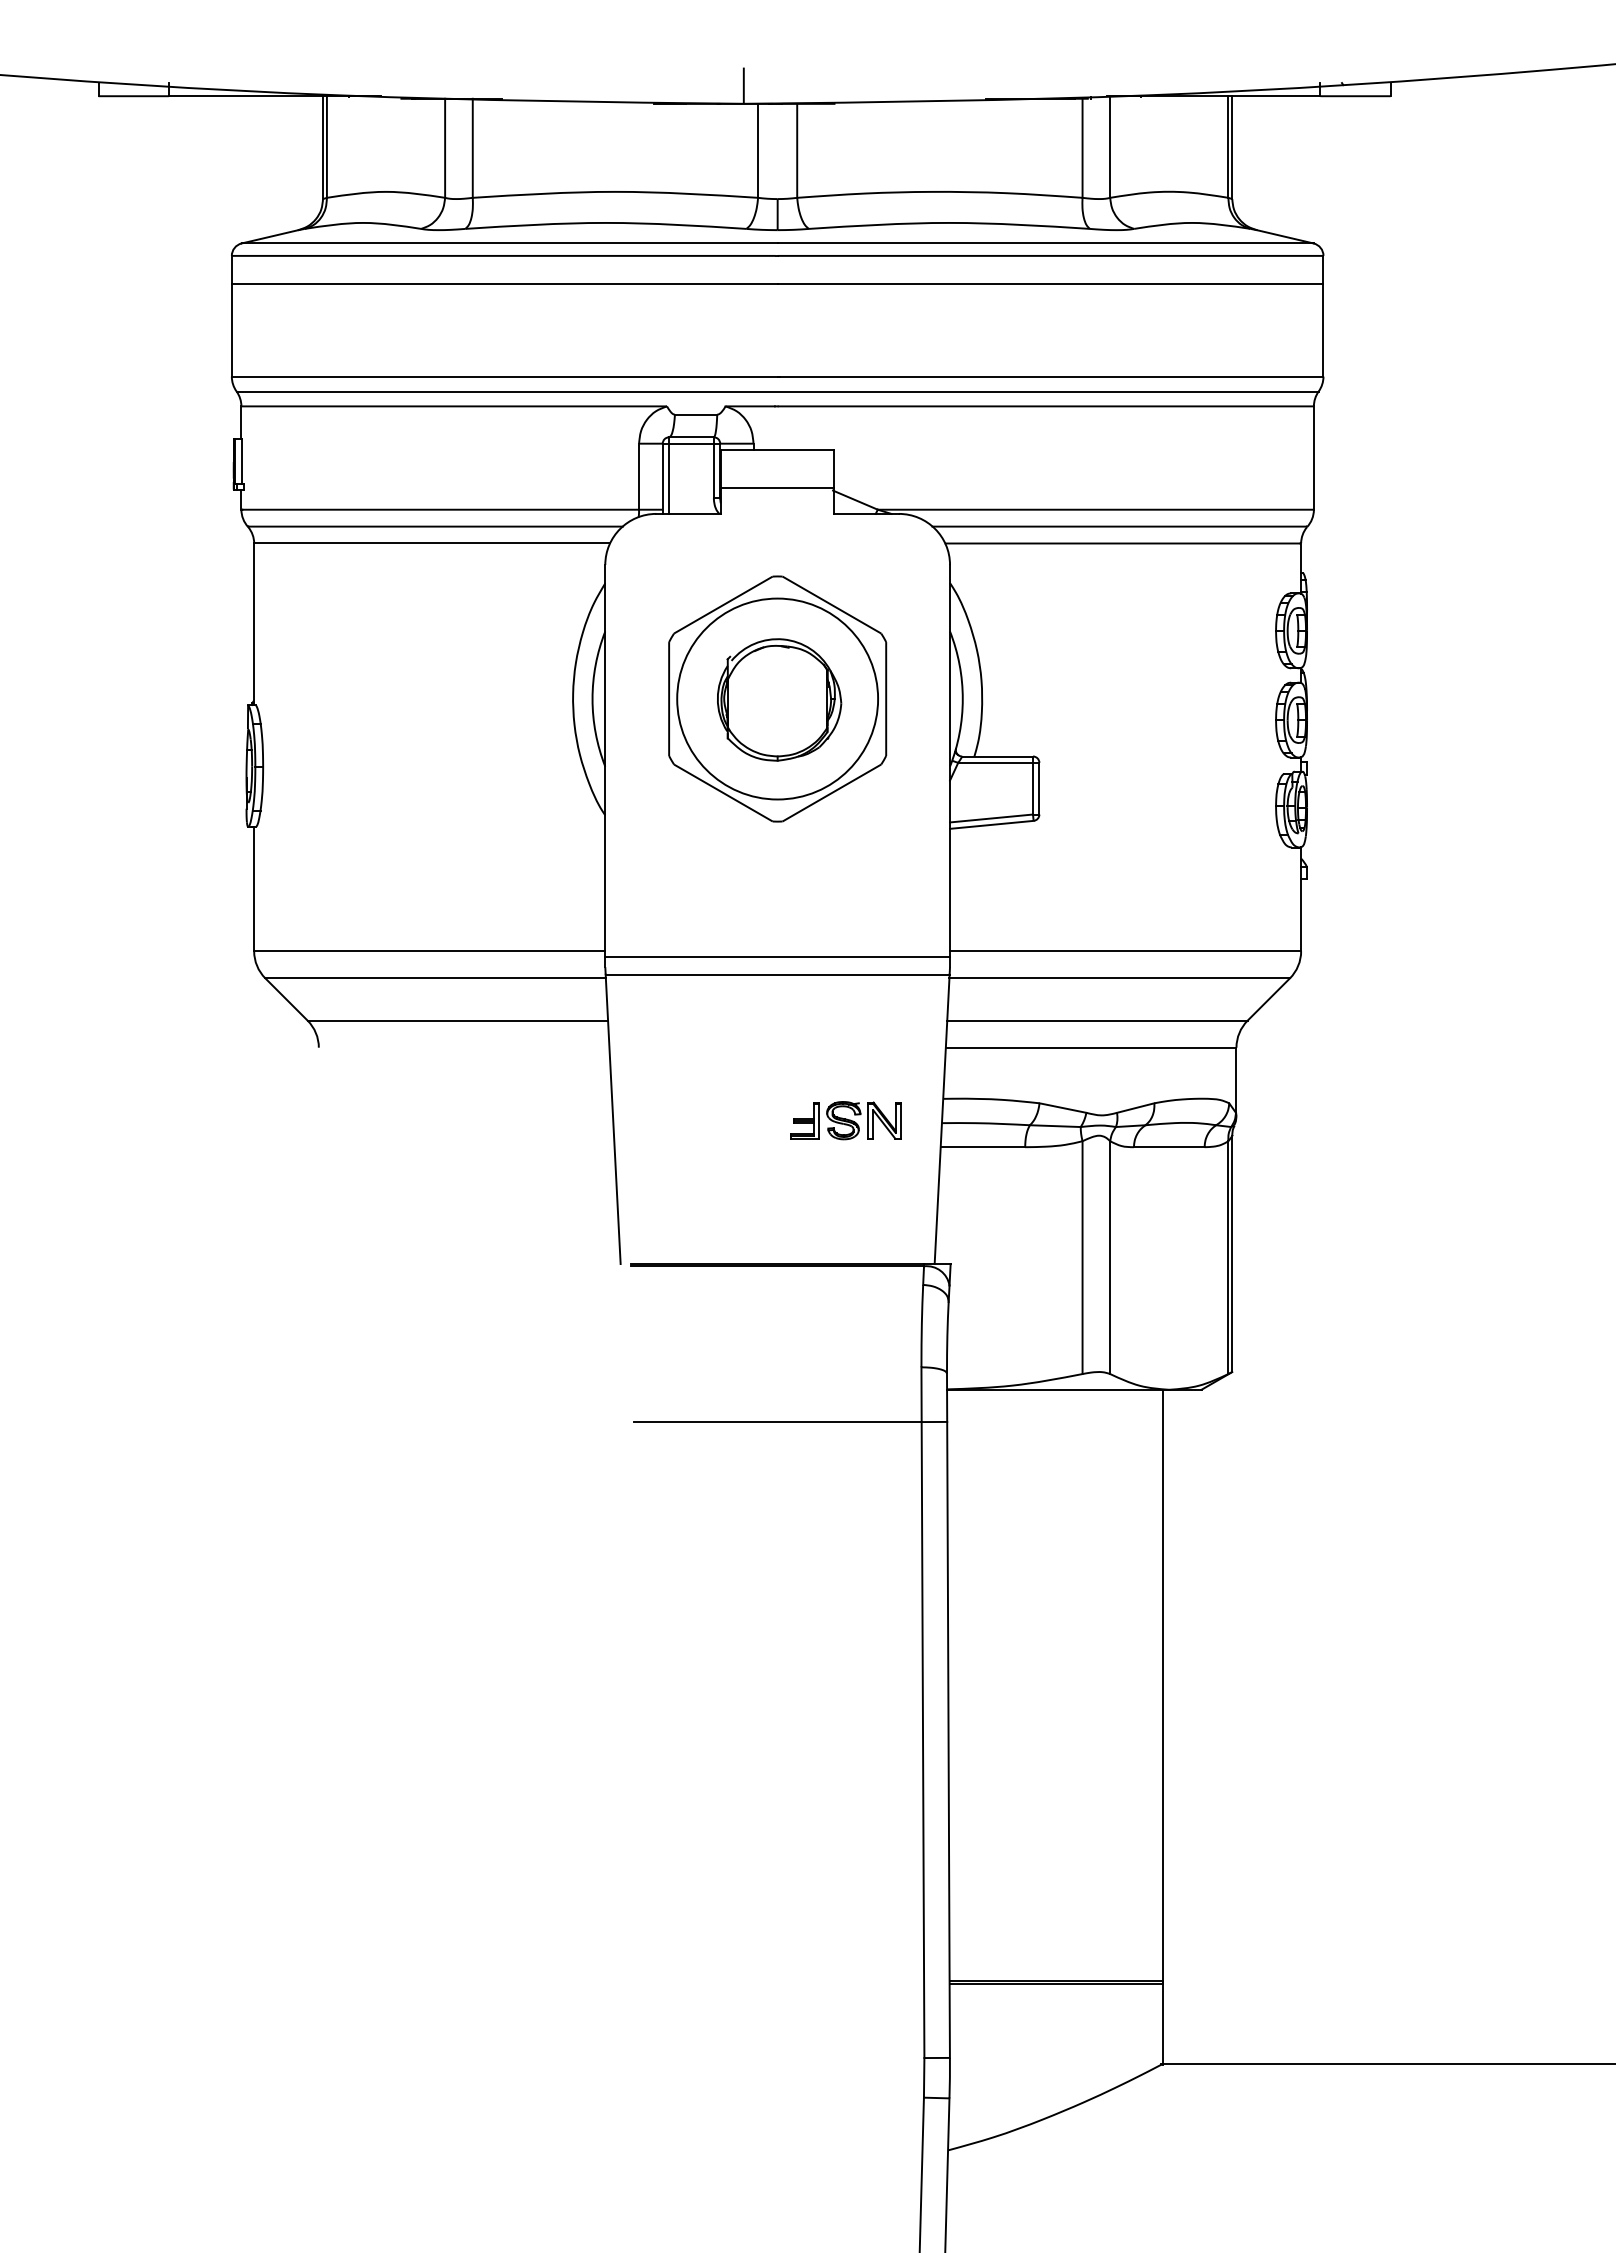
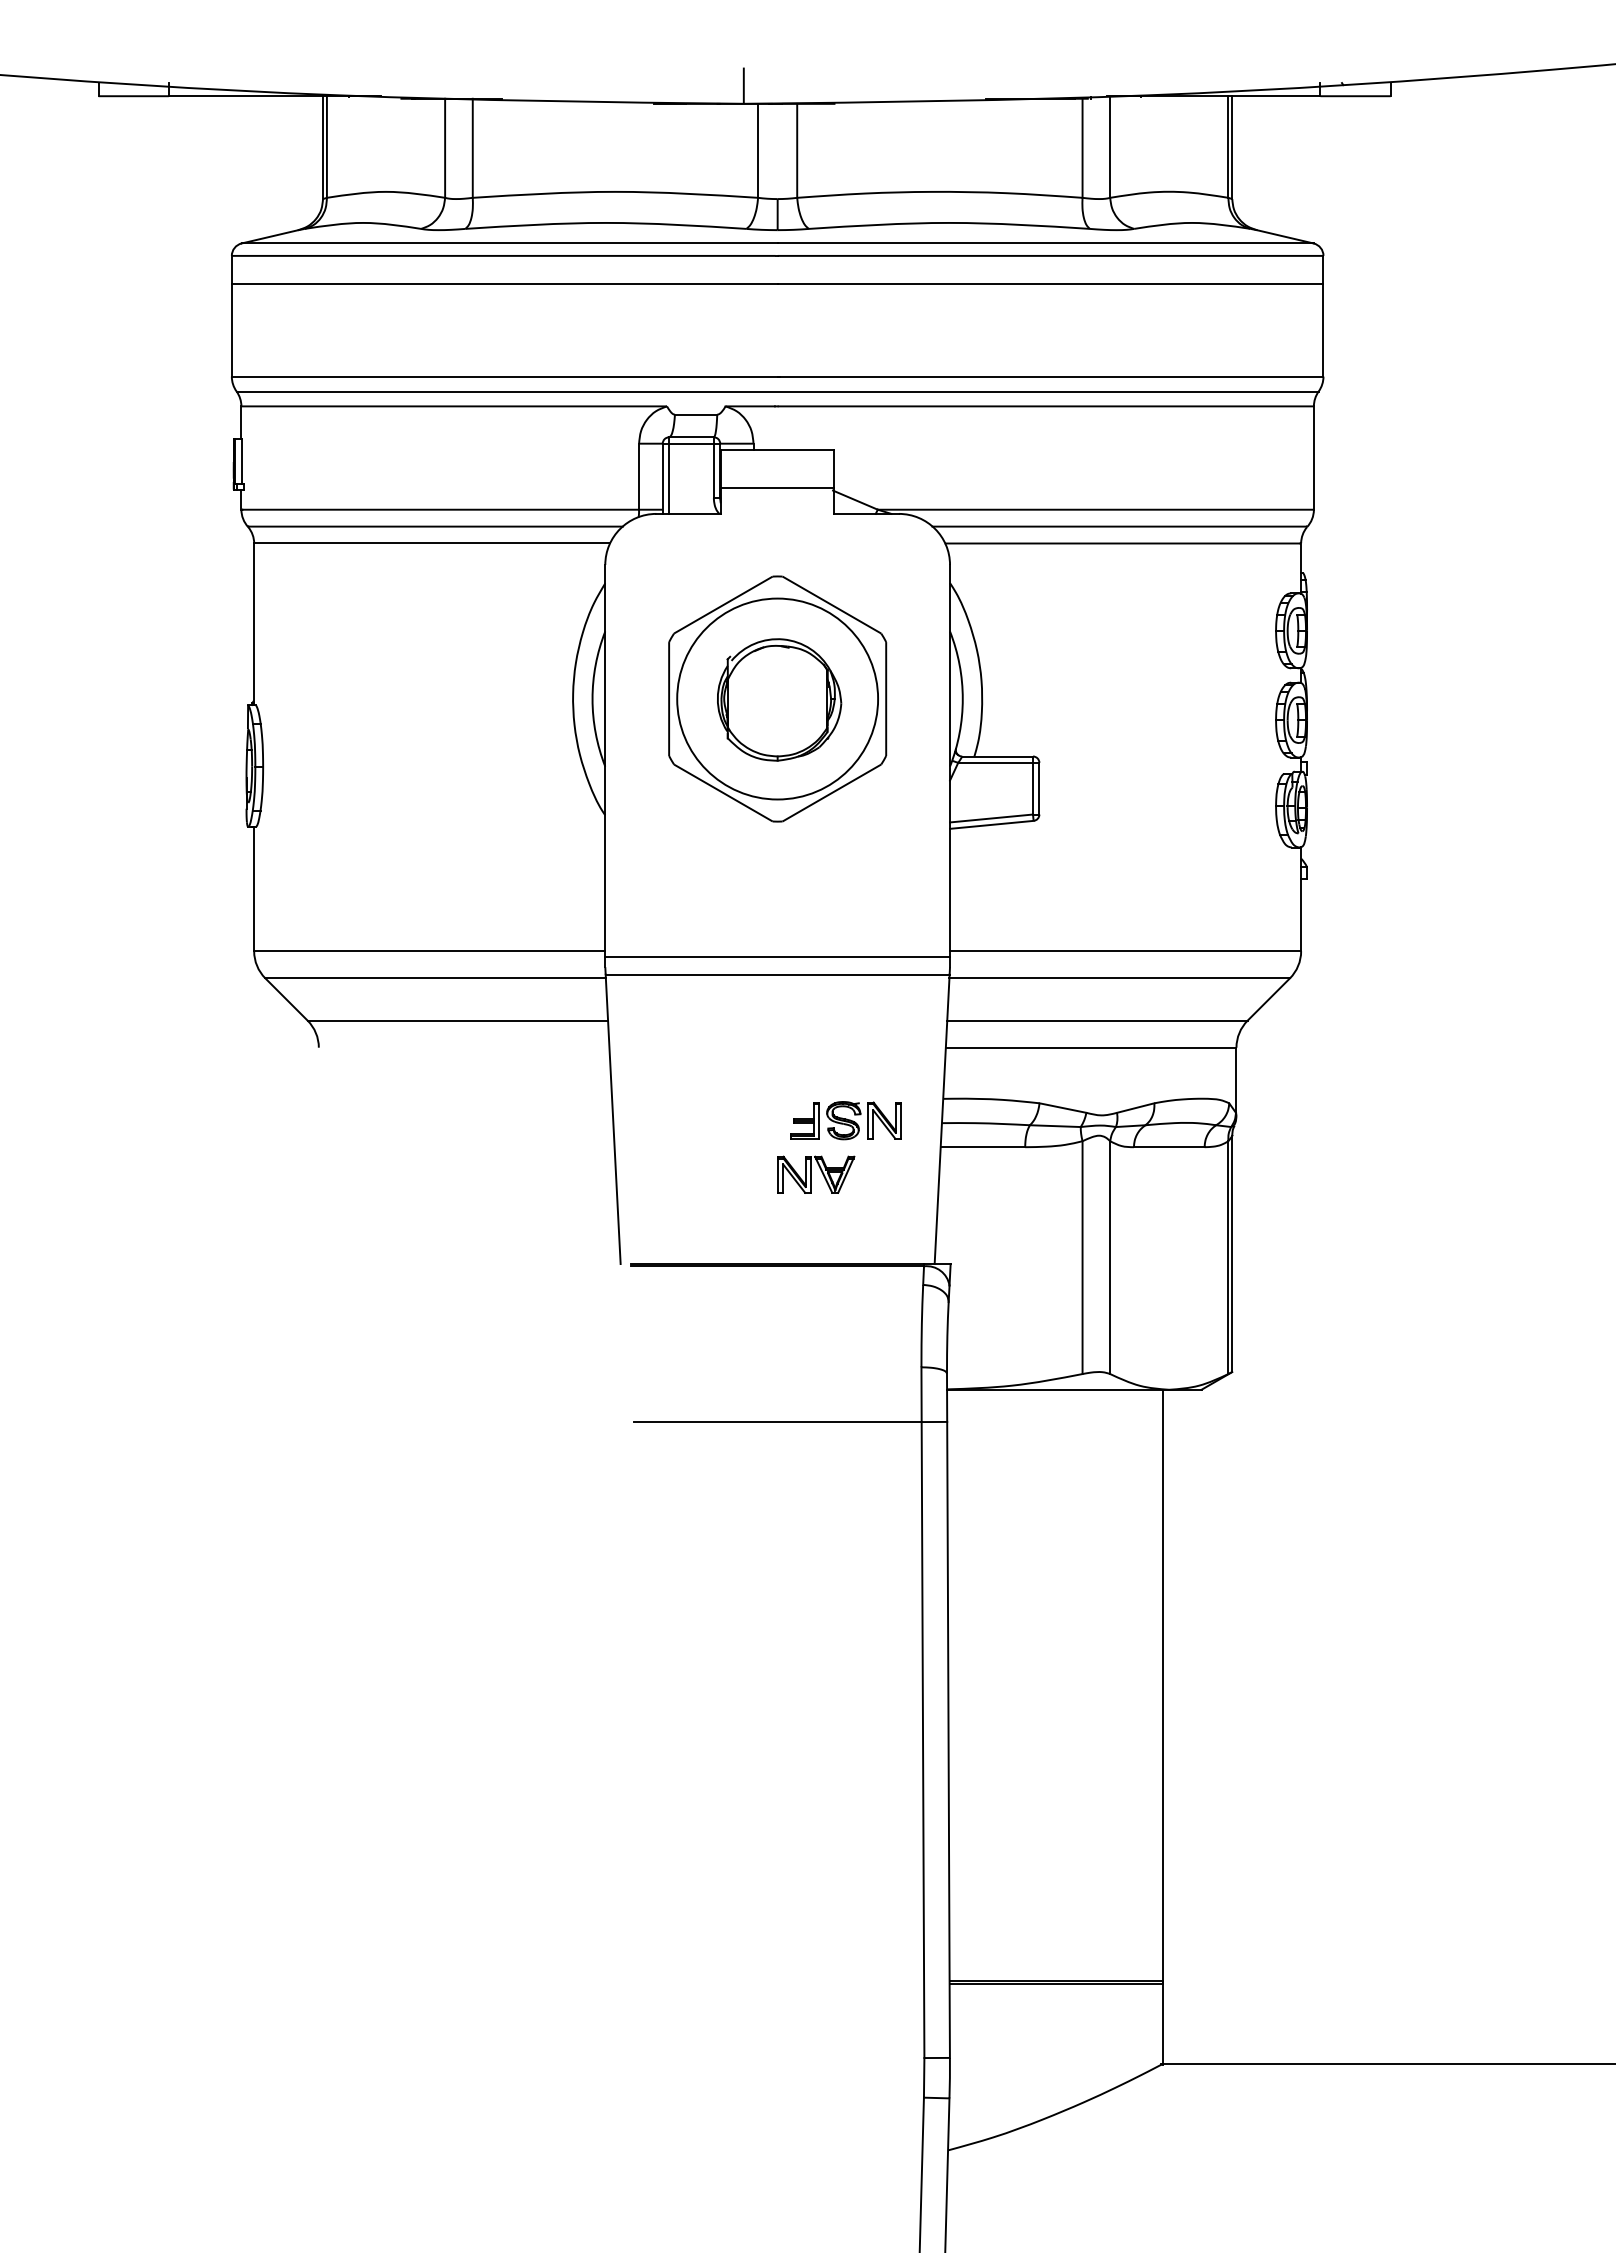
part at (816, 1174): none -> present
